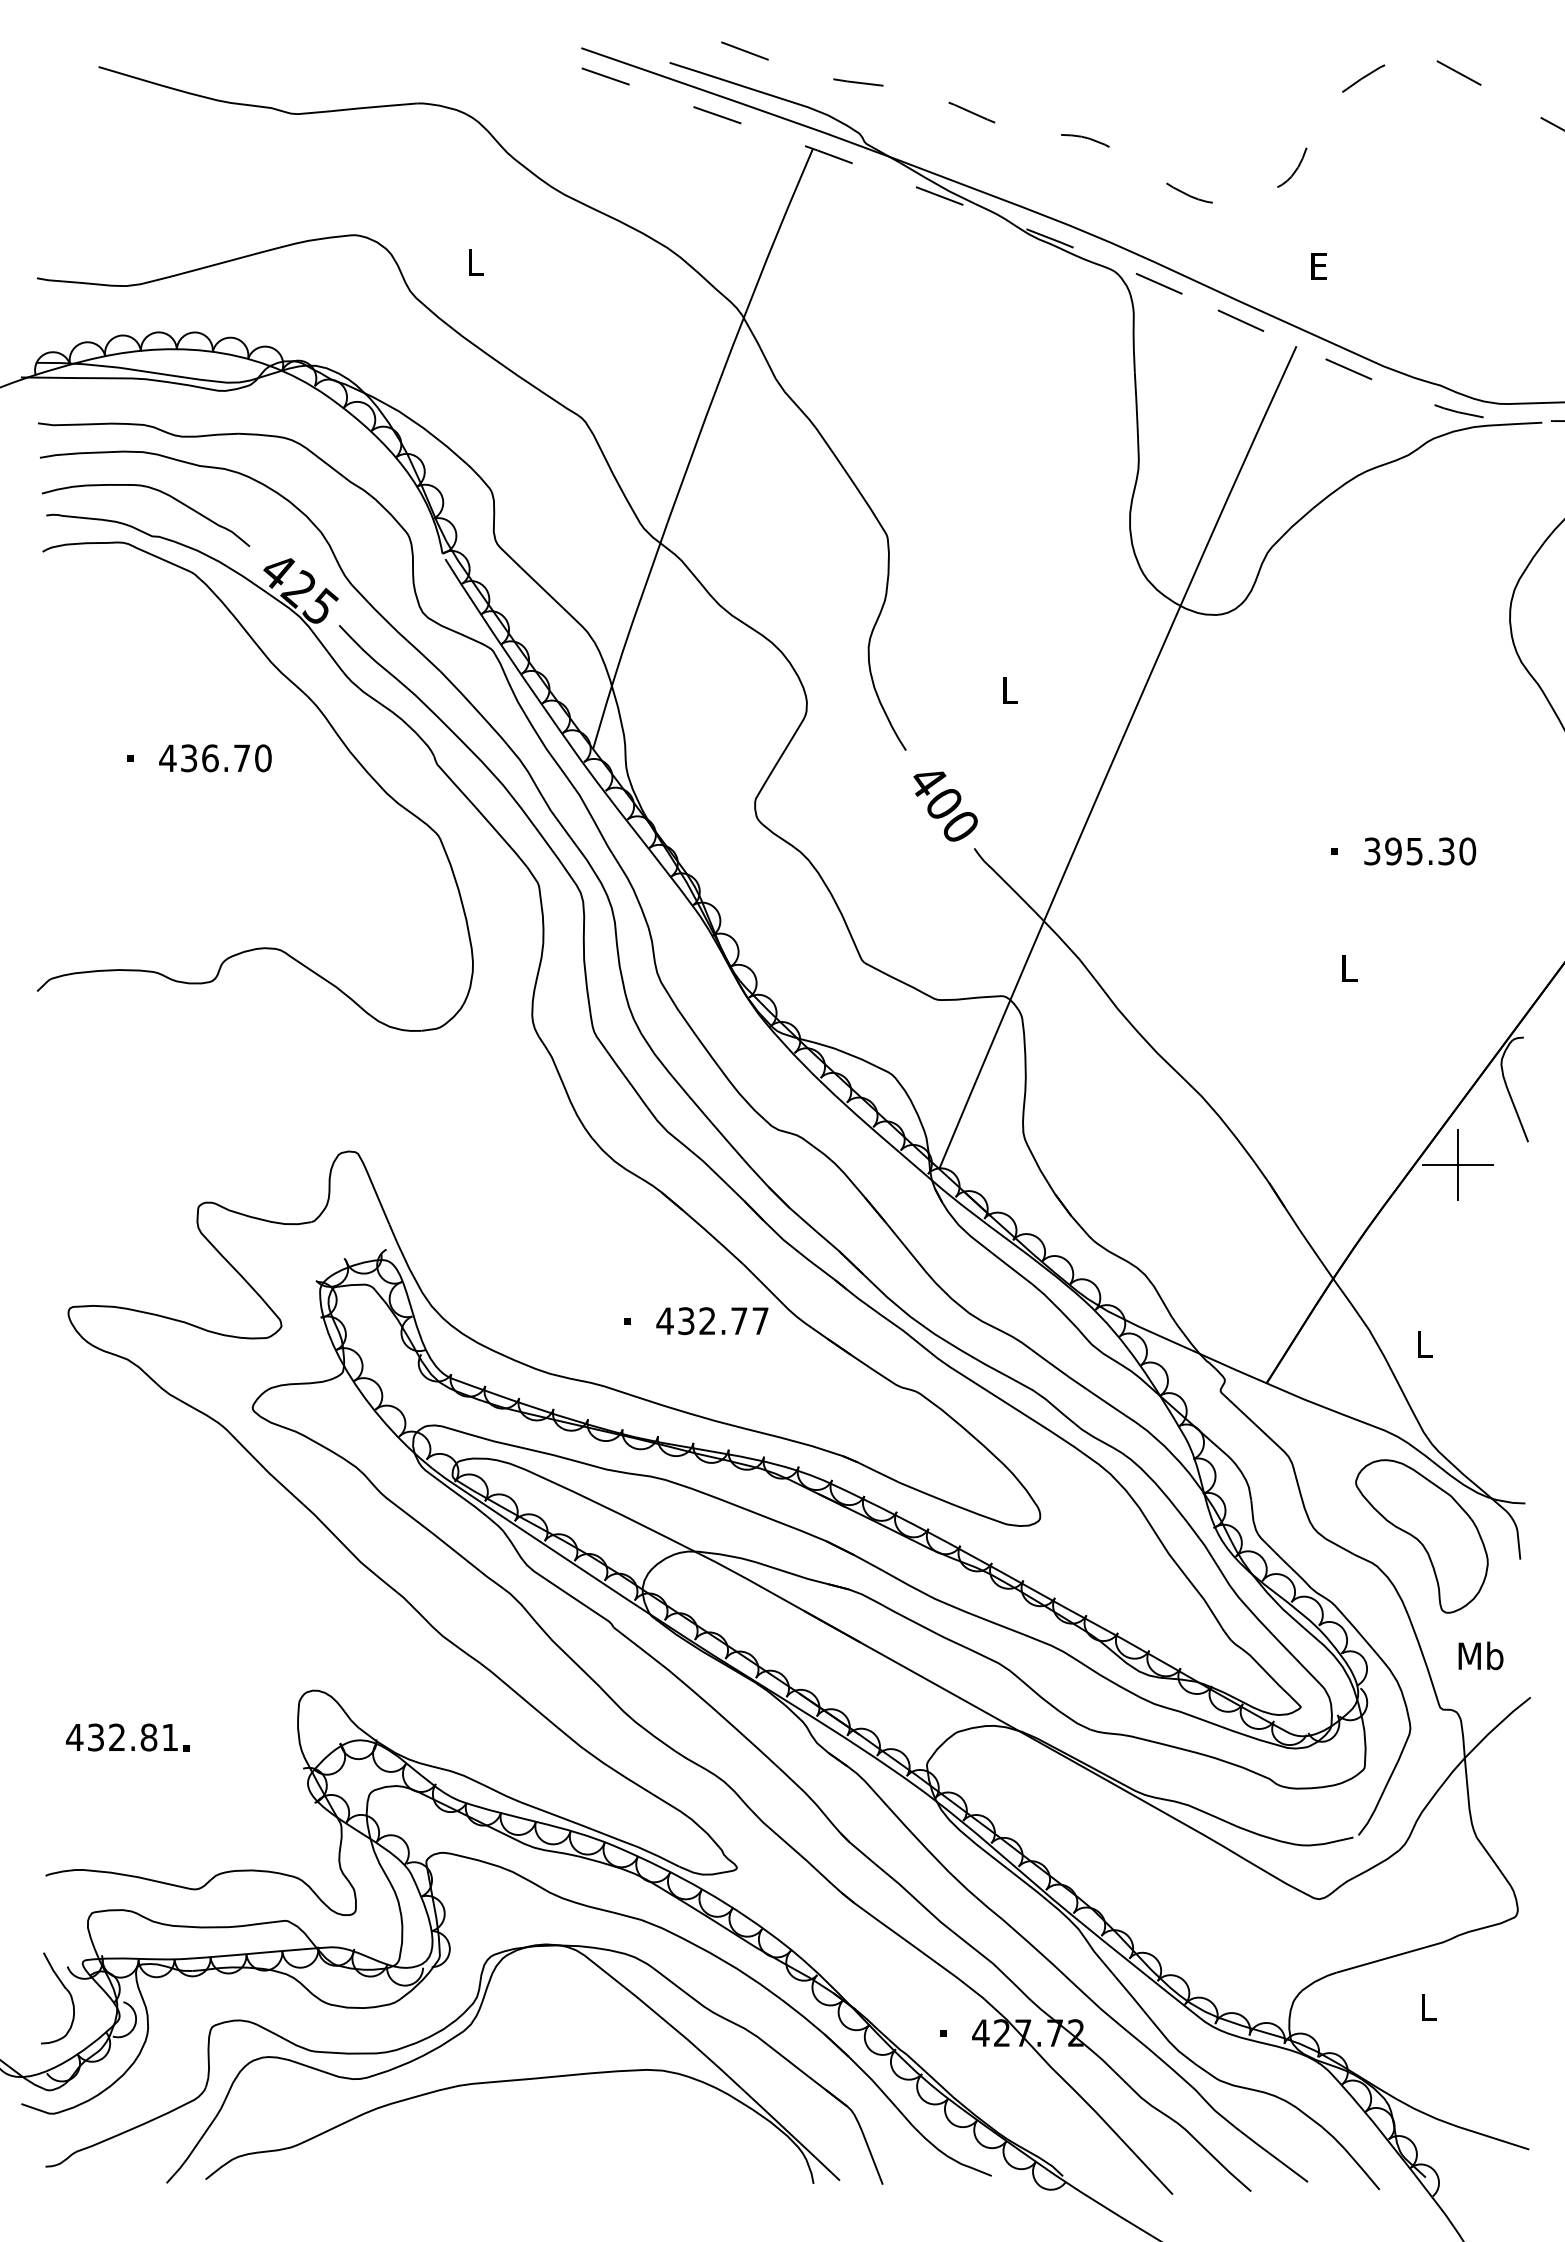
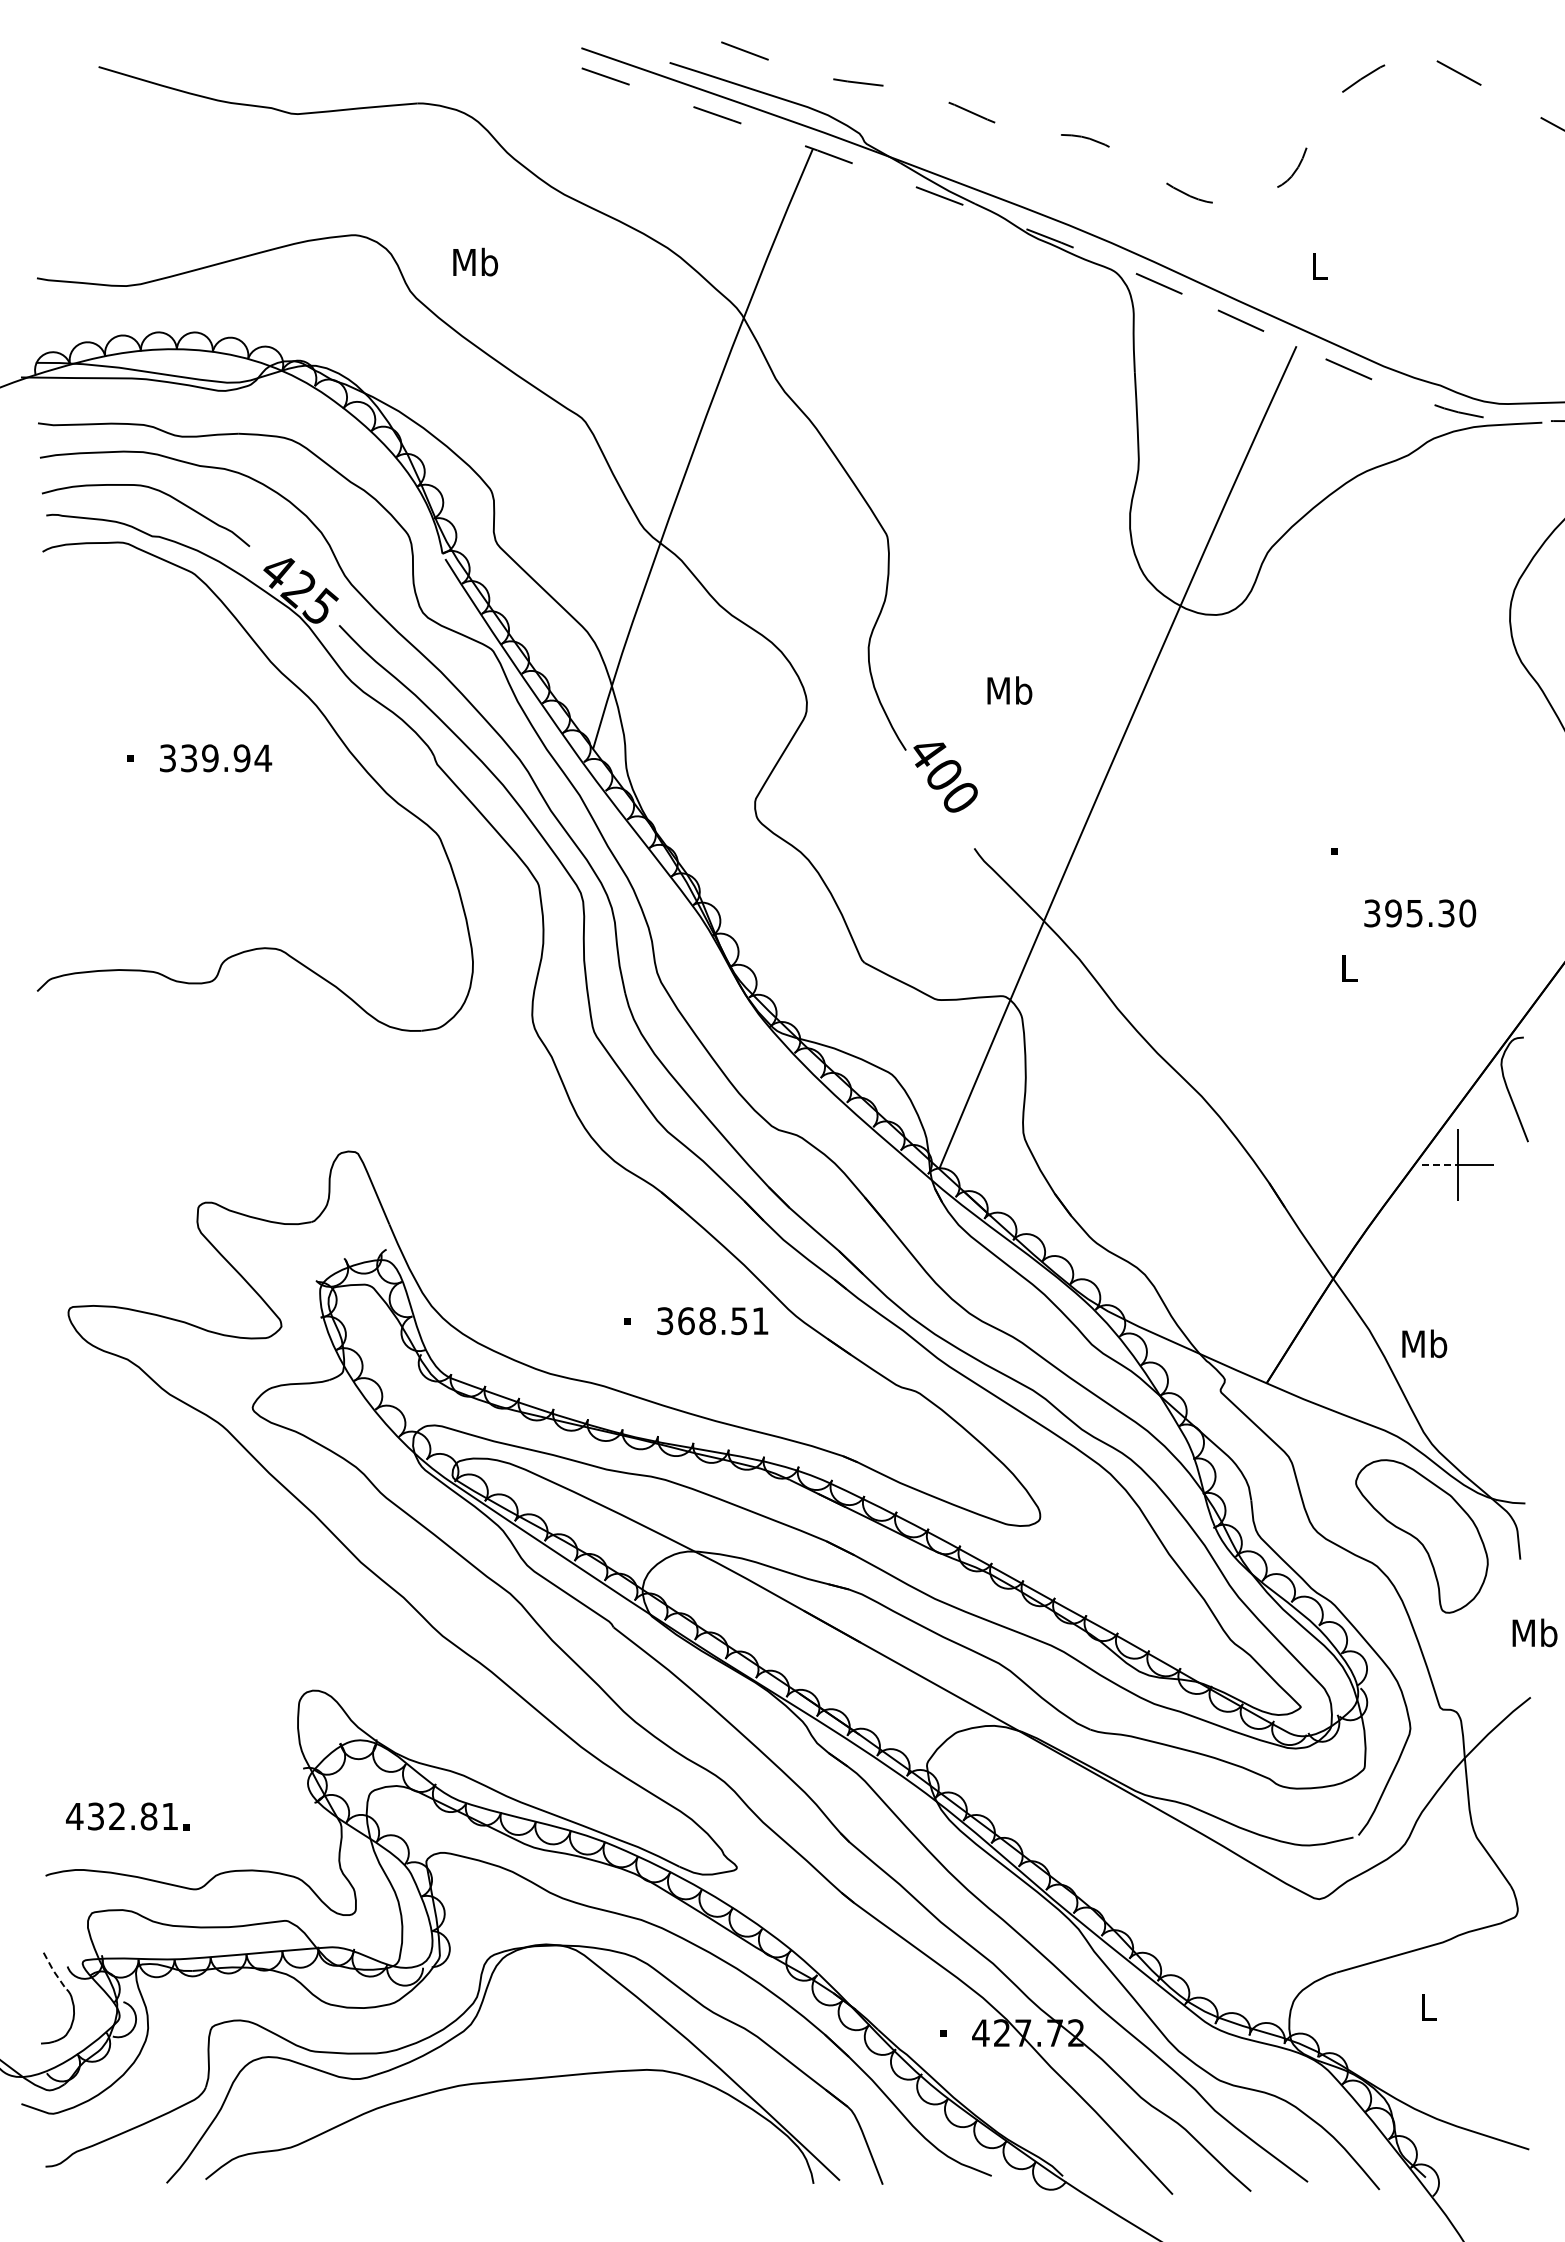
text at (475, 261): L -> Mb
text at (1319, 266): E -> L
text at (1009, 690): L -> Mb
text at (215, 758): 436.70 -> 339.94
text at (945, 806) position: (945, 806) -> (945, 777)
text at (1420, 851) position: (1420, 851) -> (1420, 913)
line at (1440, 1165): solid -> dashed
text at (712, 1321): 432.77 -> 368.51
text at (1424, 1343): L -> Mb
text at (1480, 1655) position: (1480, 1655) -> (1534, 1632)
text at (127, 1737) position: (127, 1737) -> (127, 1816)
line at (54, 1972): solid -> dashed
